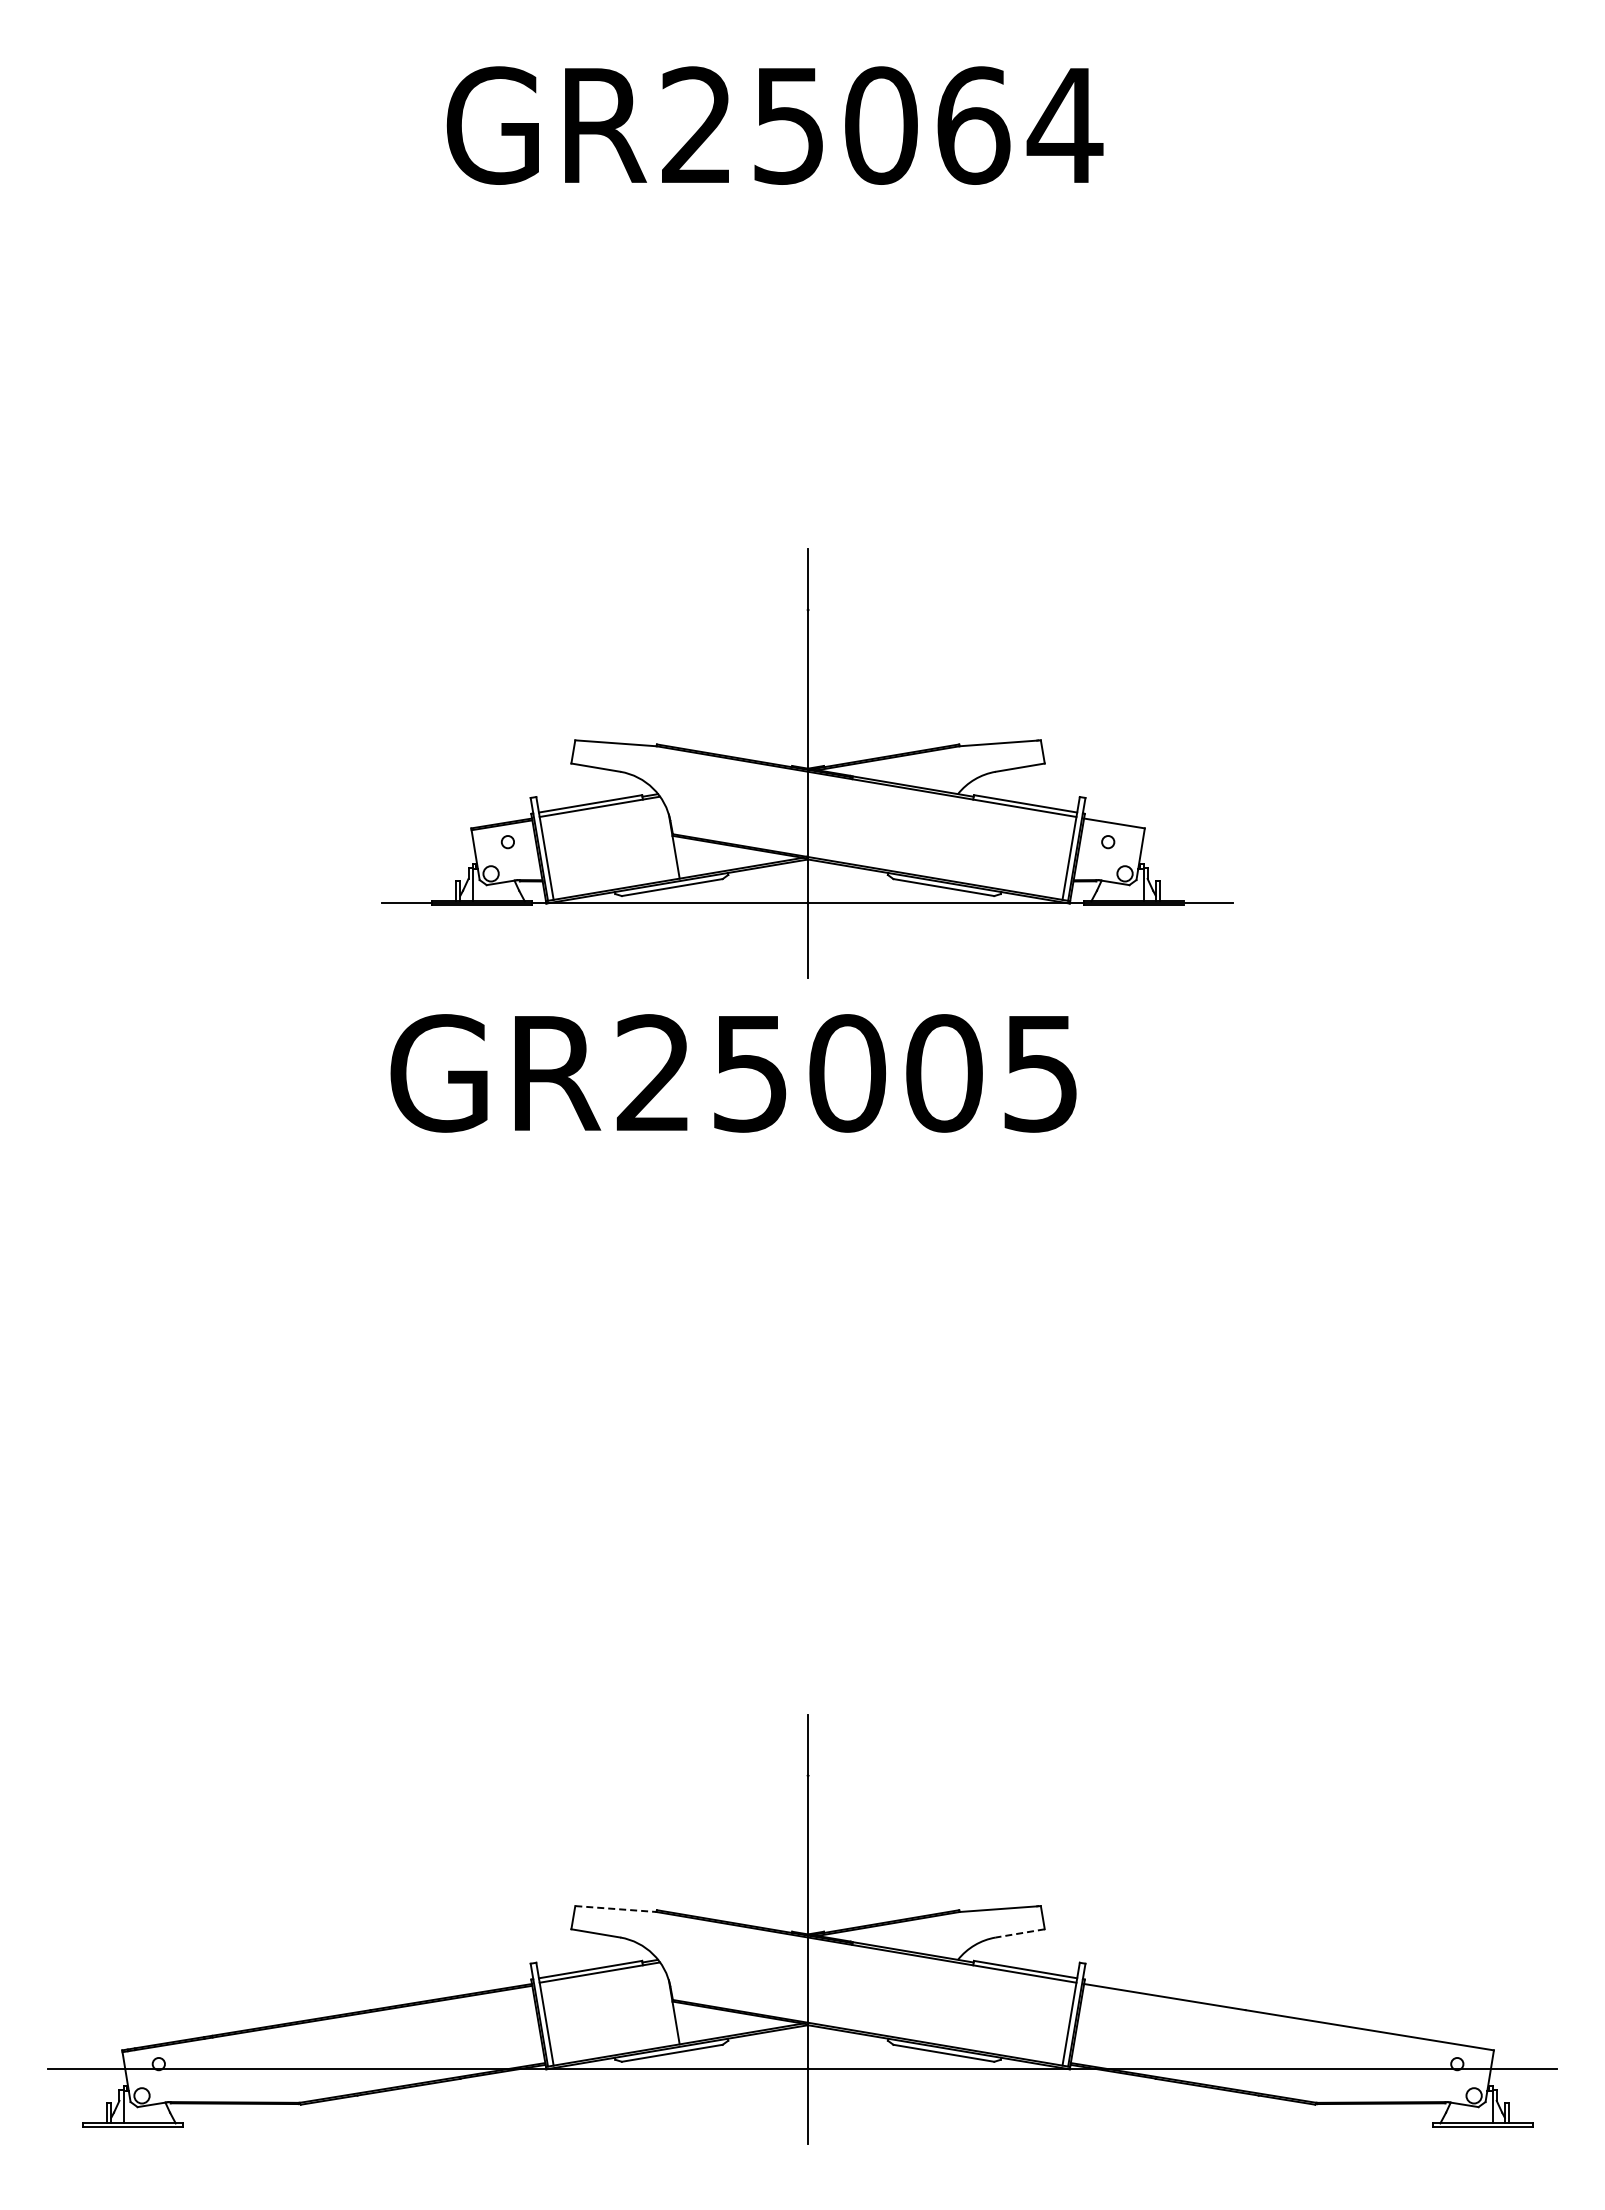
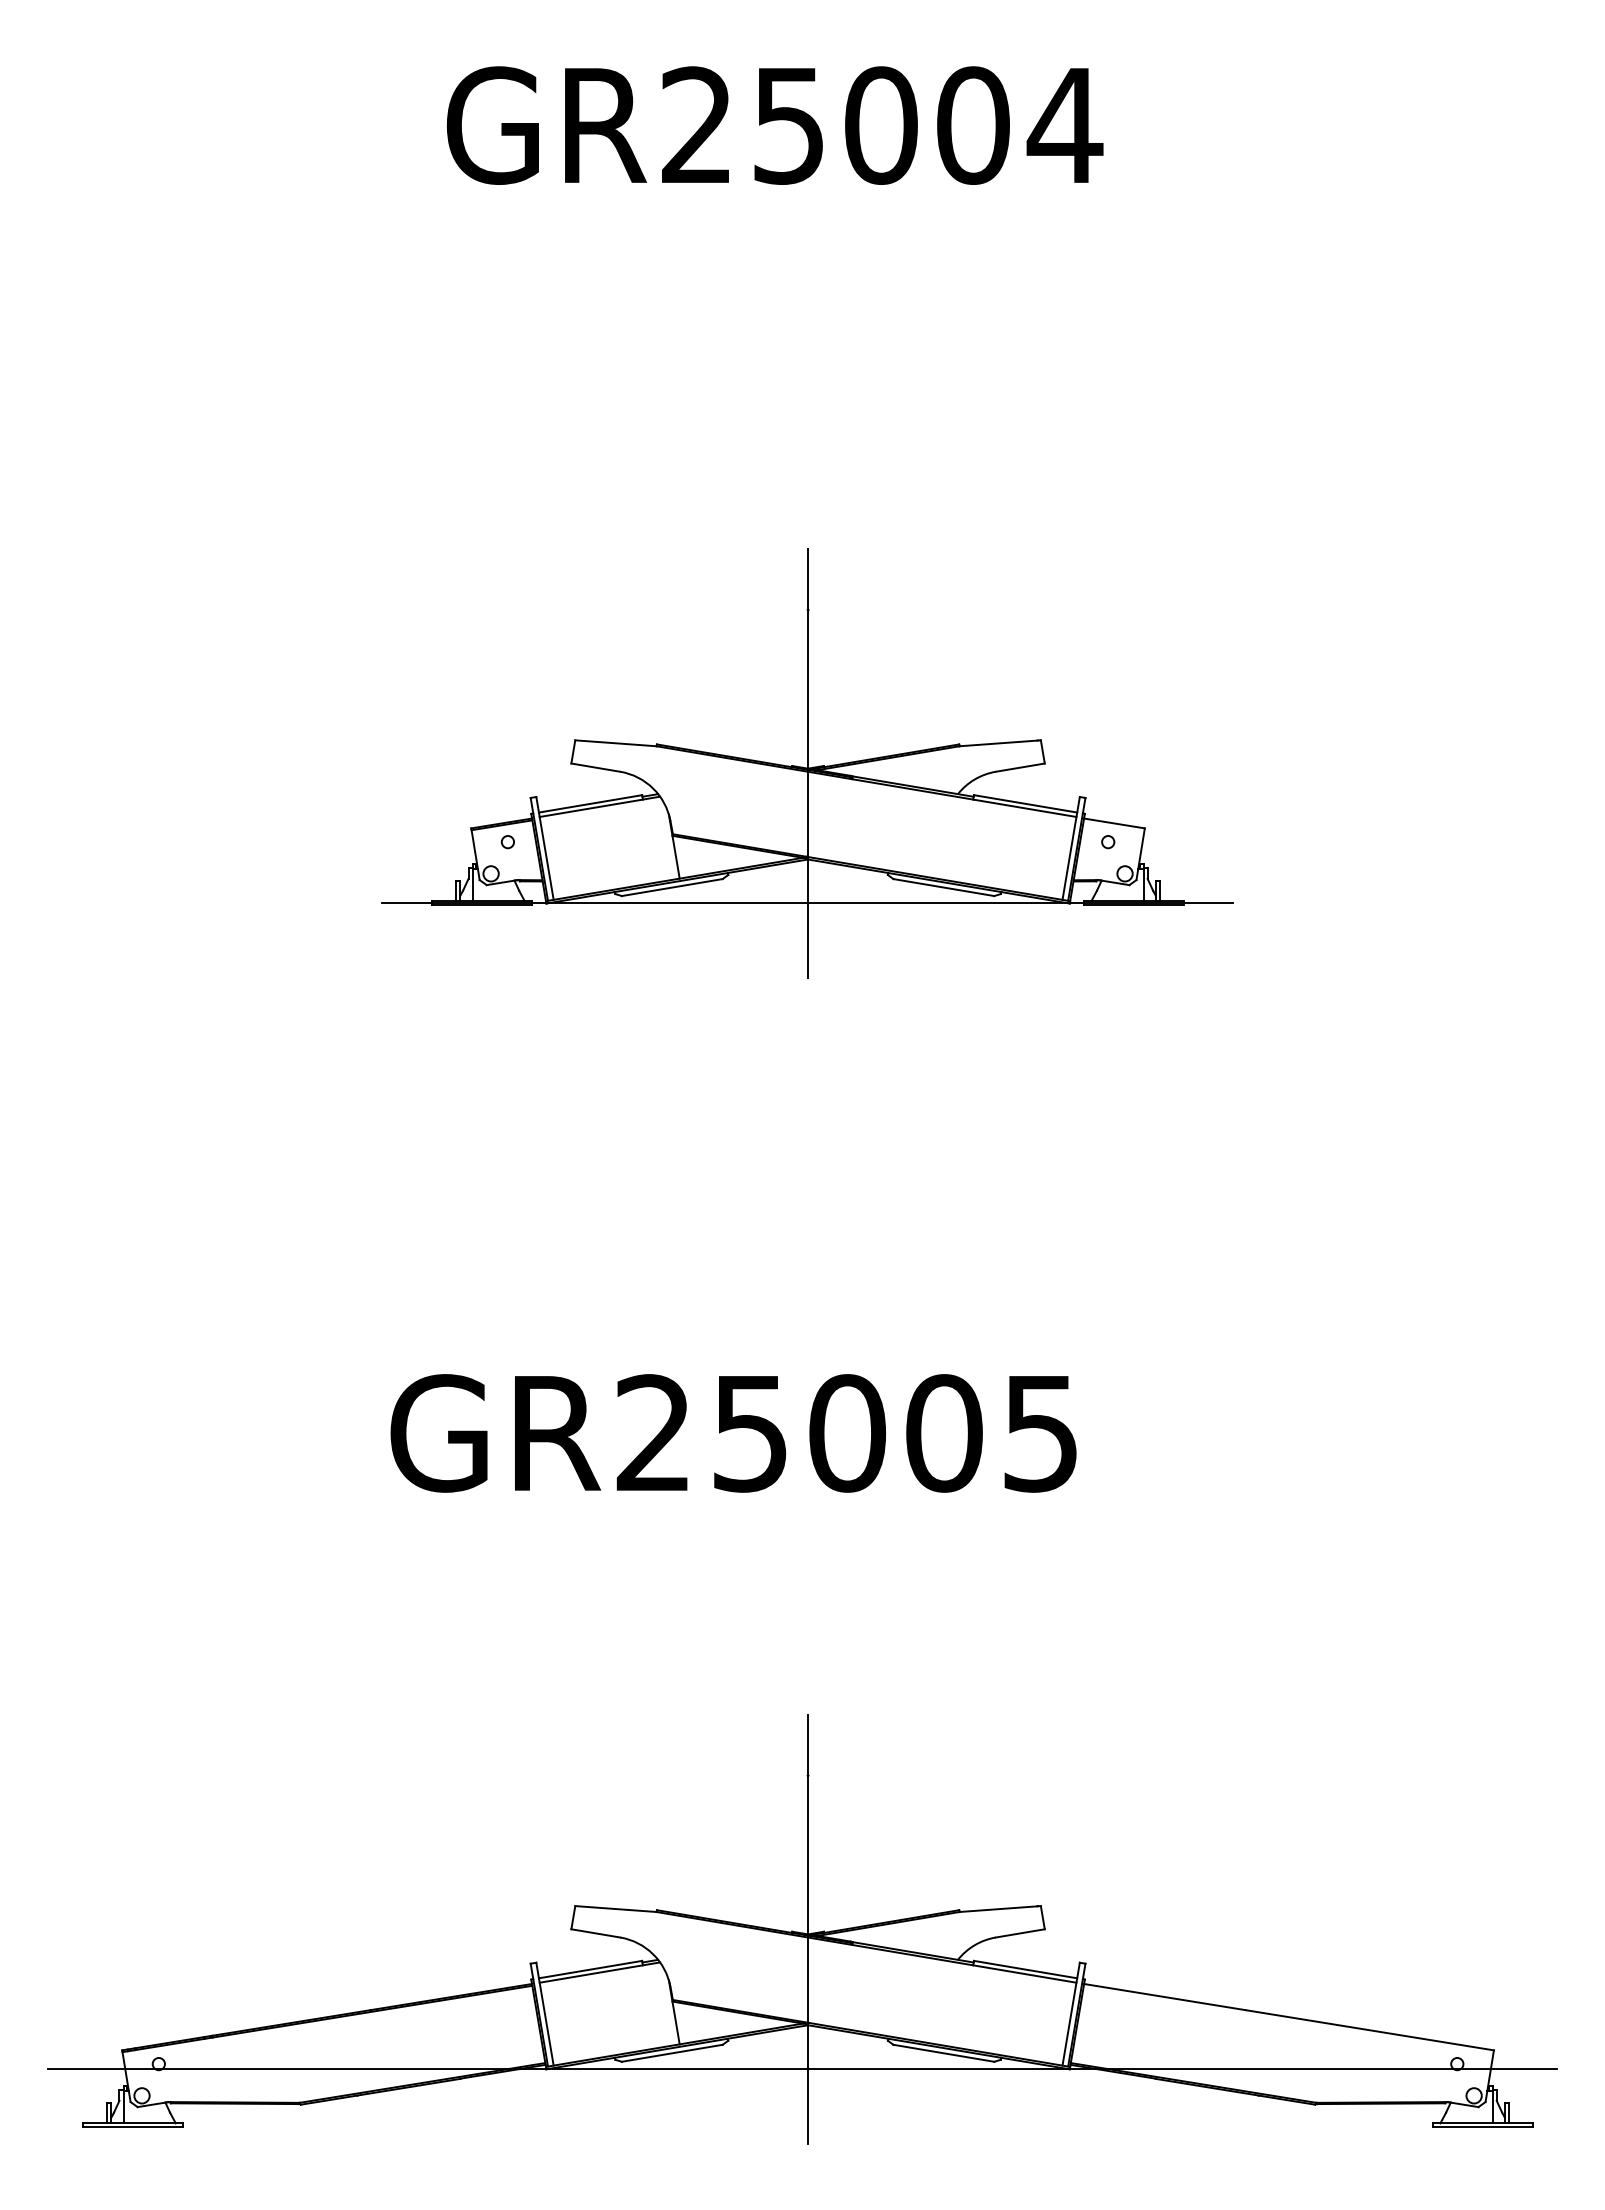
text at (973, 125): GR25064 -> GR25004
text at (733, 1073) position: (733, 1073) -> (733, 1433)
line at (615, 1909): dashed -> solid
line at (1020, 1933): dashed -> solid
